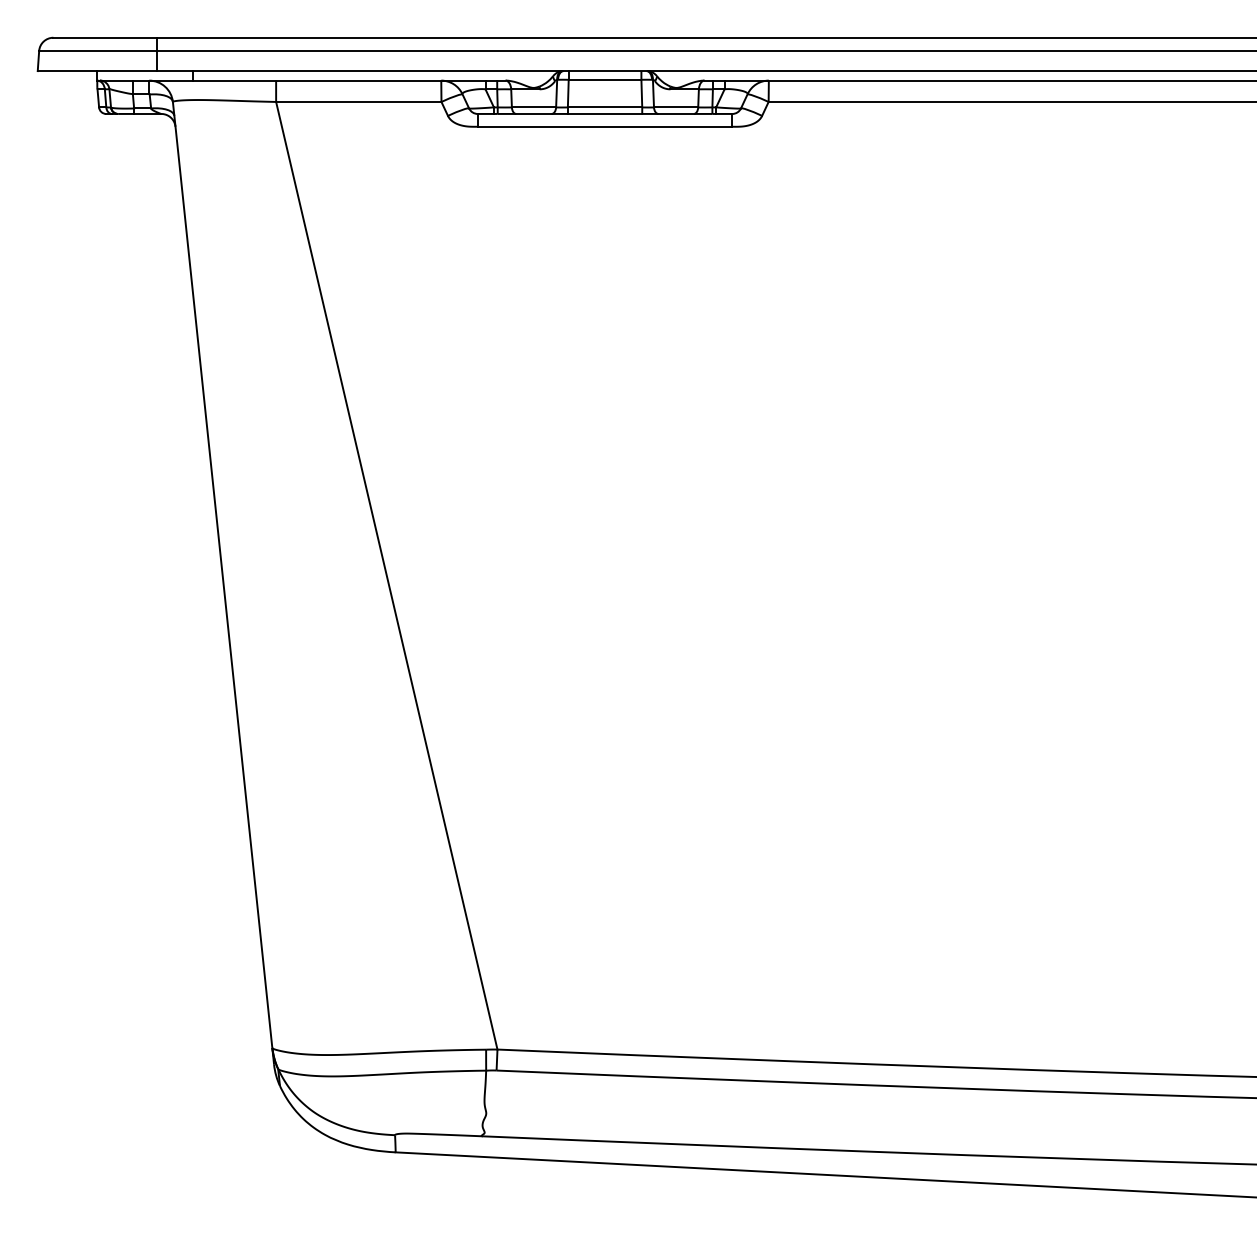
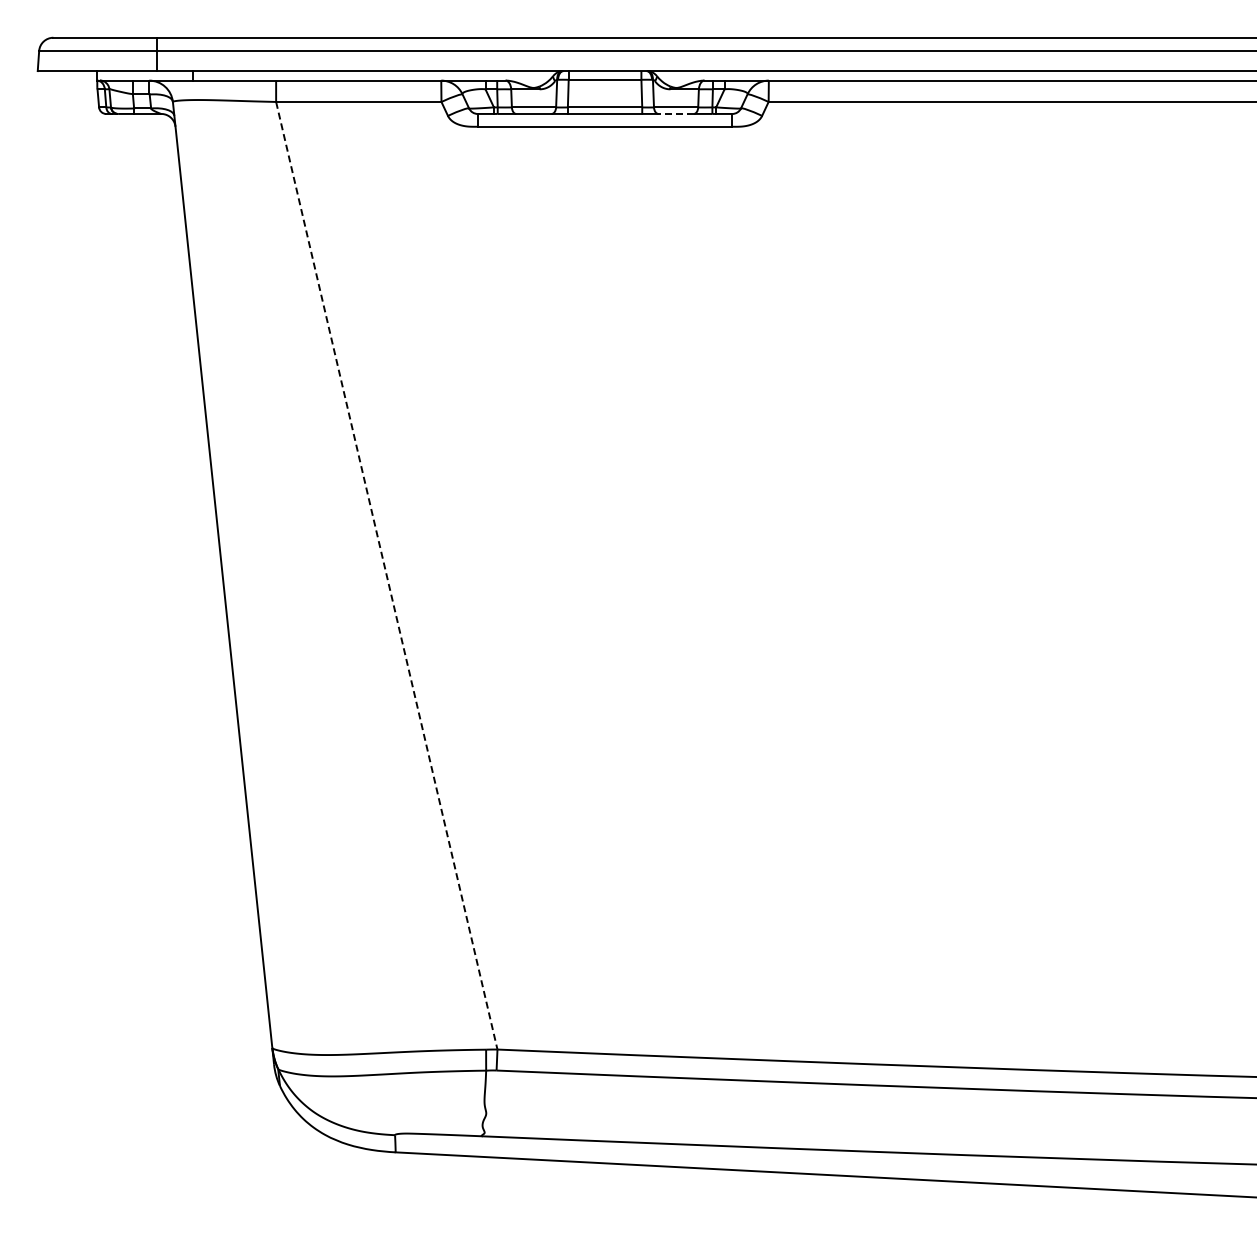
line at (676, 113): solid -> dashed
line at (386, 575): solid -> dashed
